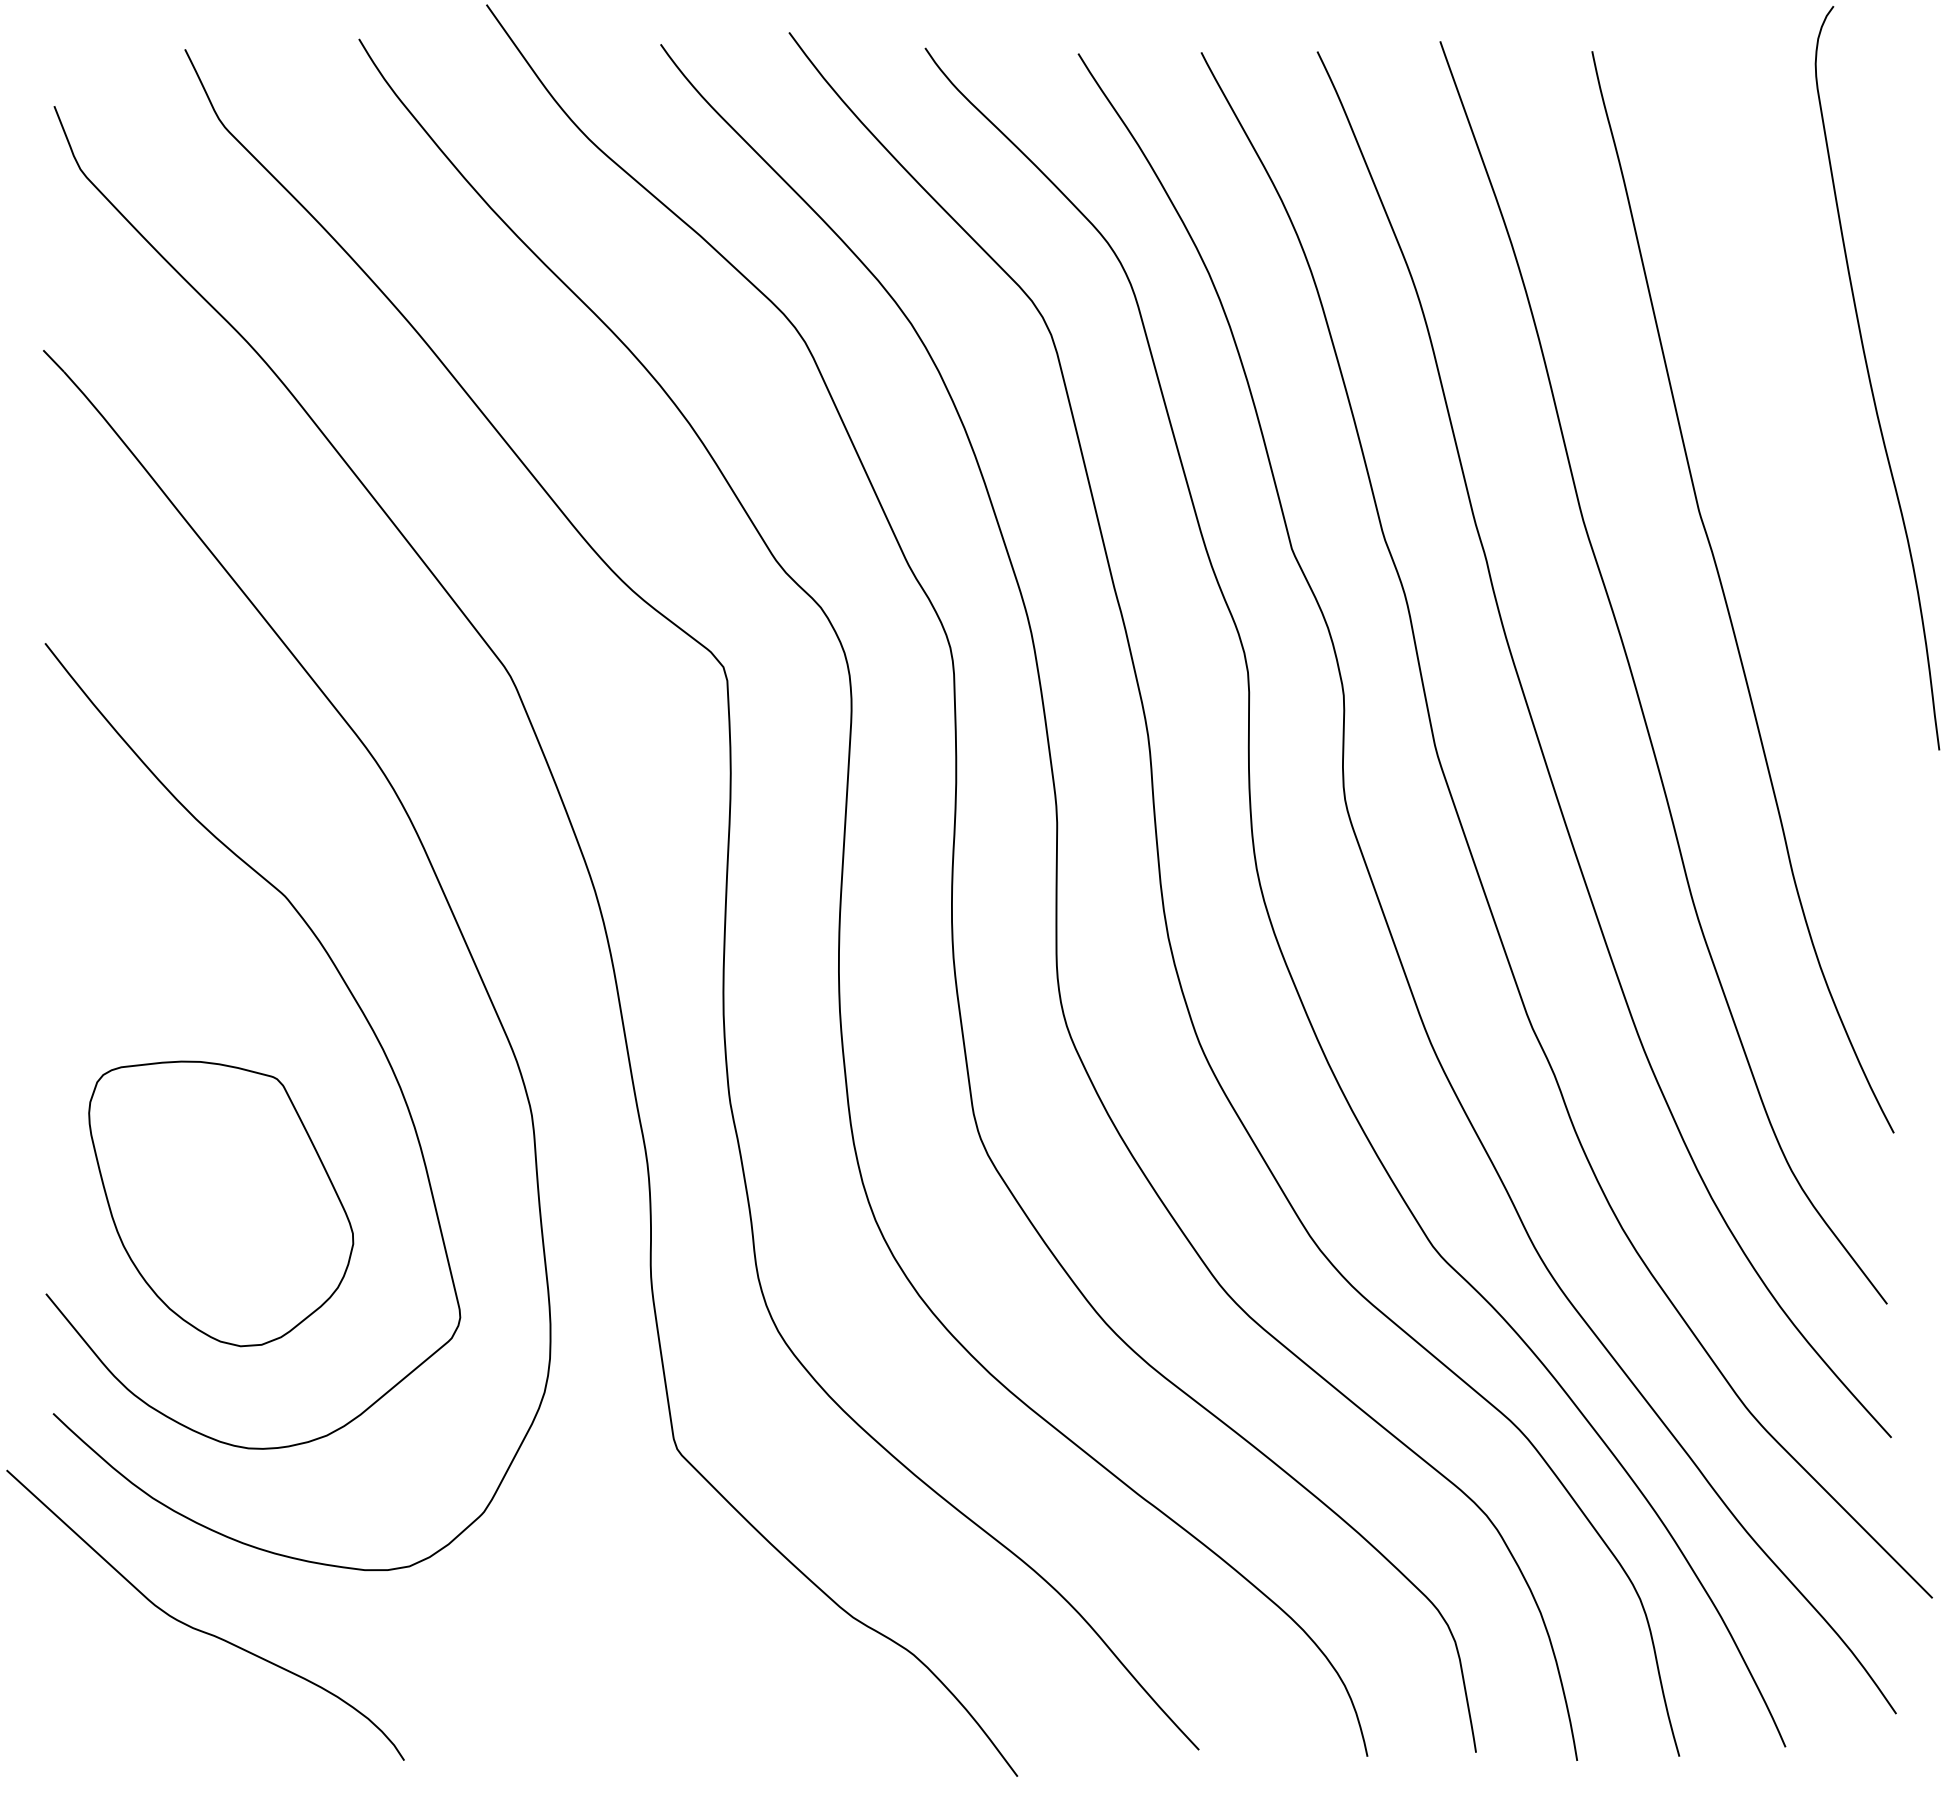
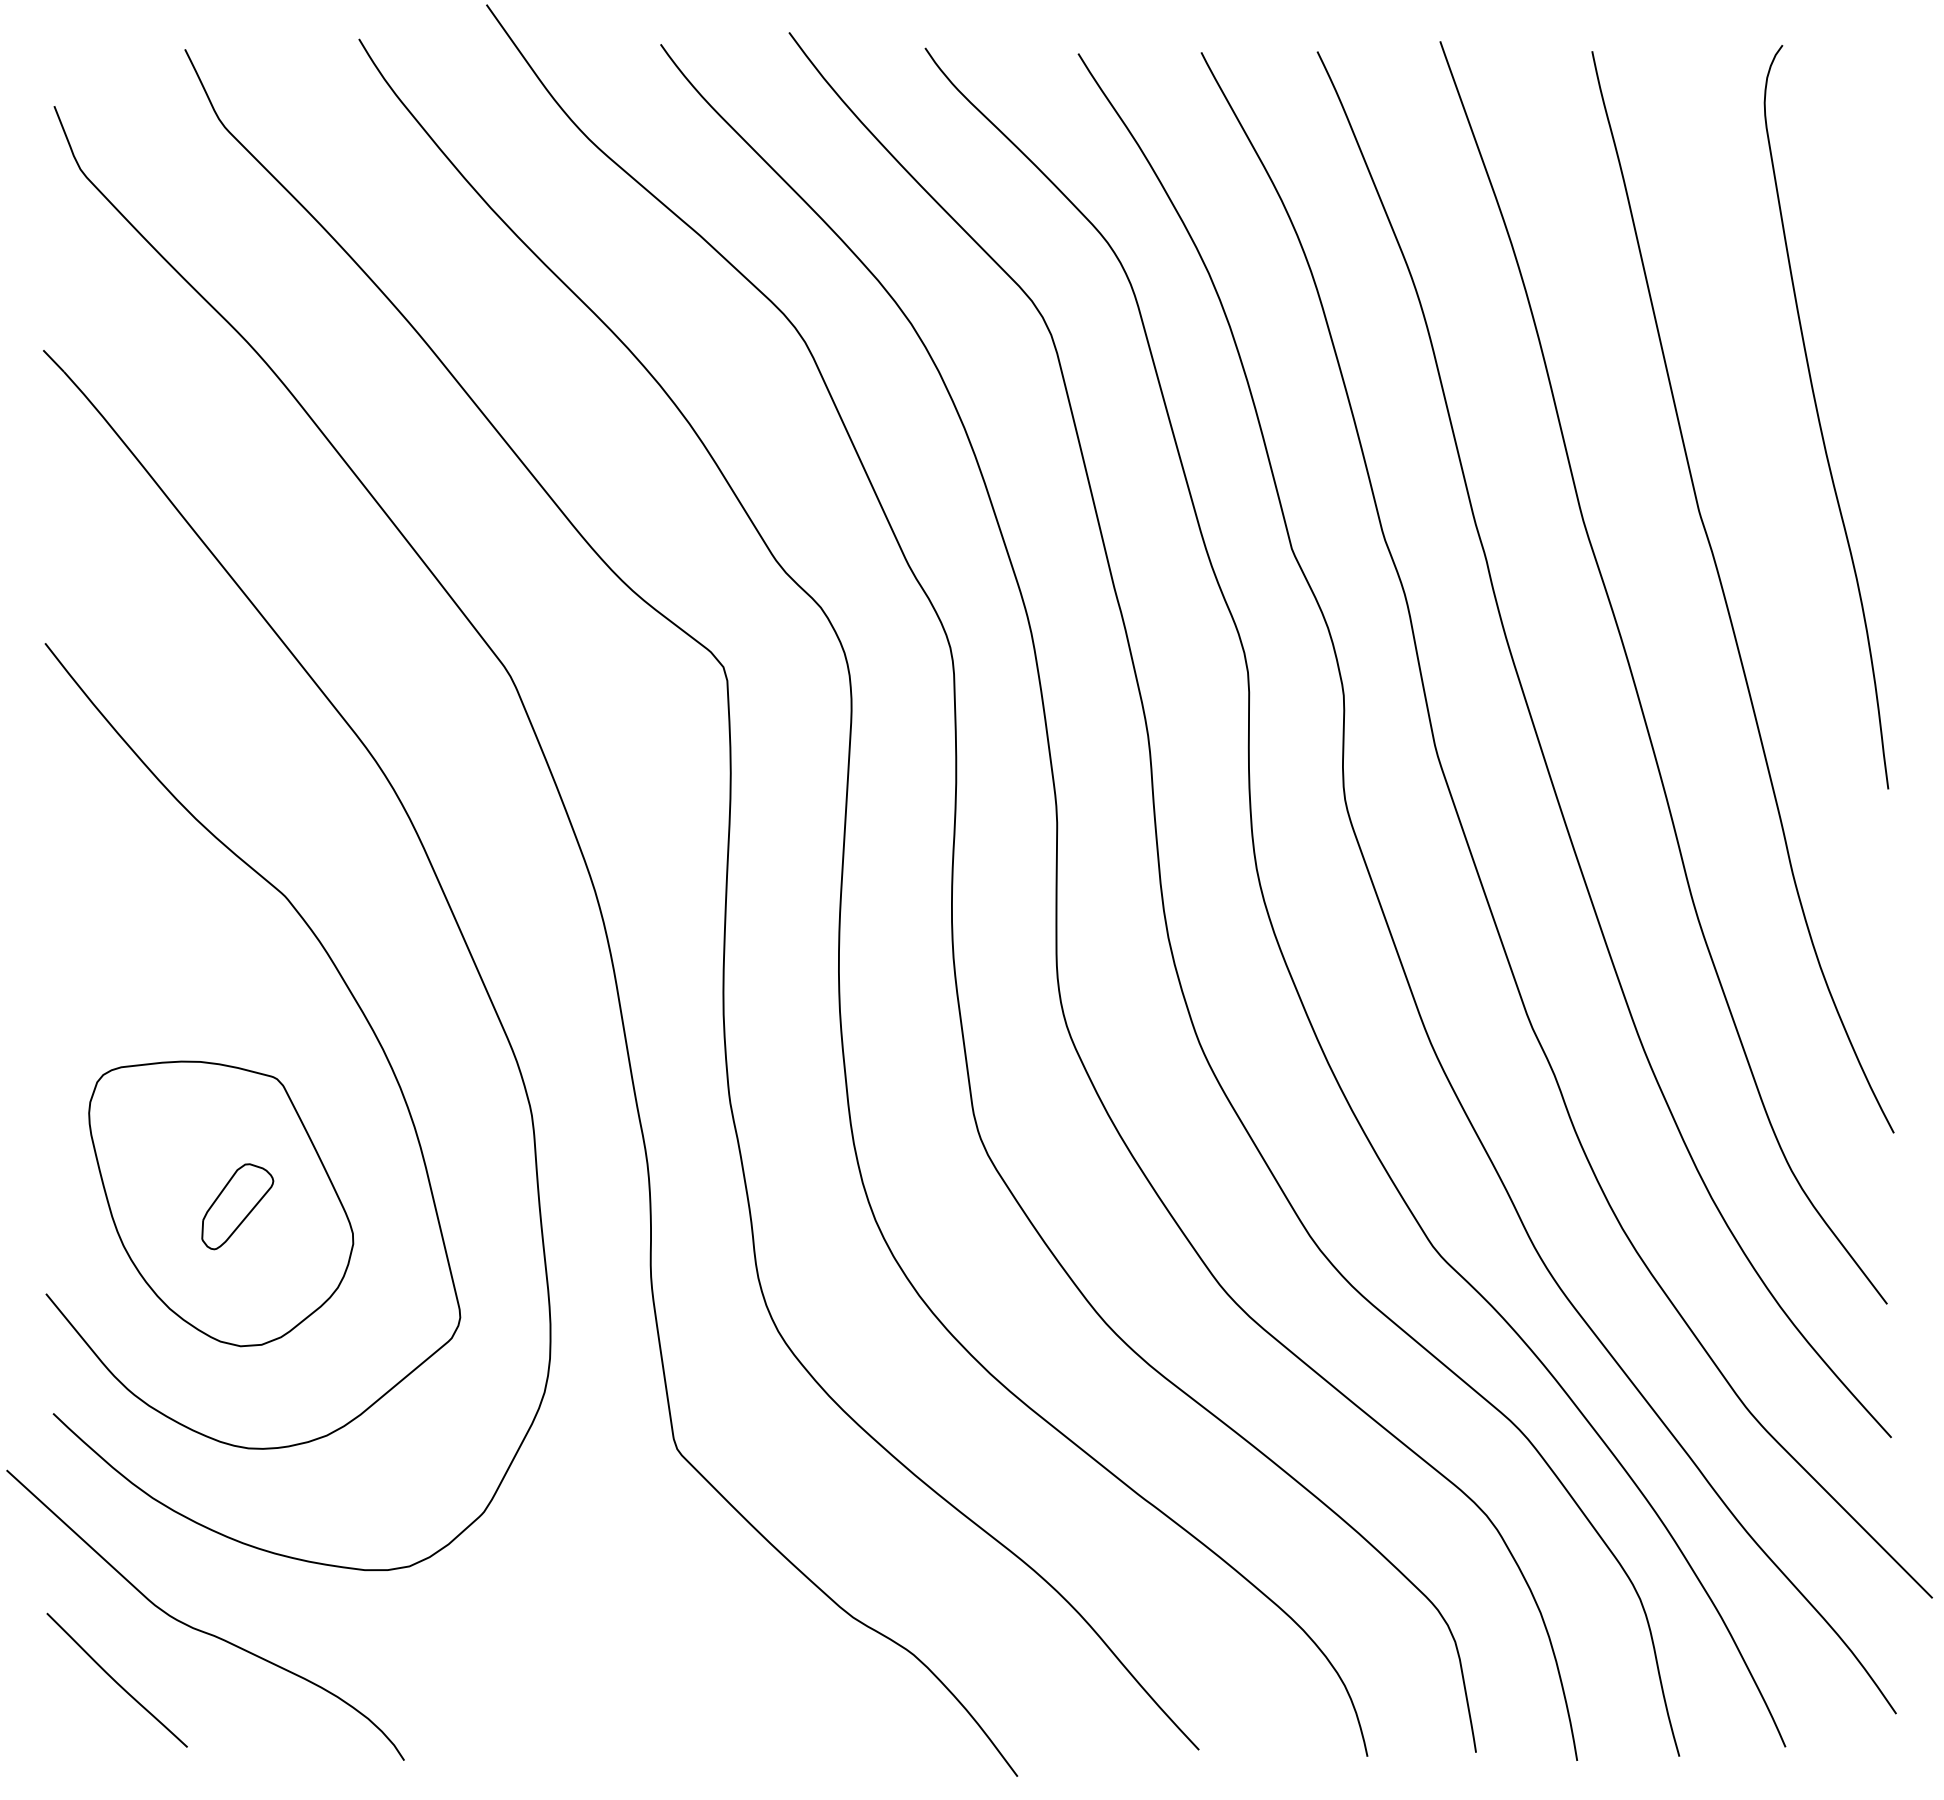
curve at (1870, 378) position: (1870, 378) -> (1819, 417)
part at (237, 1206): none -> present
curve at (115, 1680): none -> present
